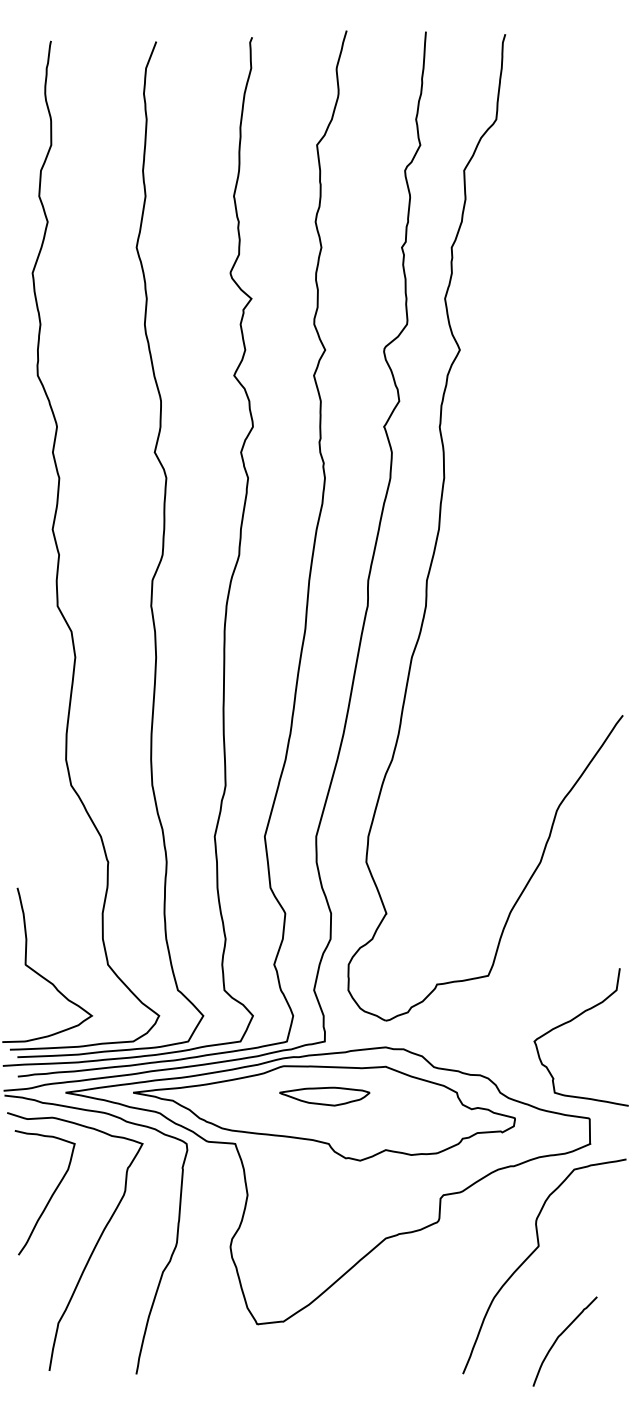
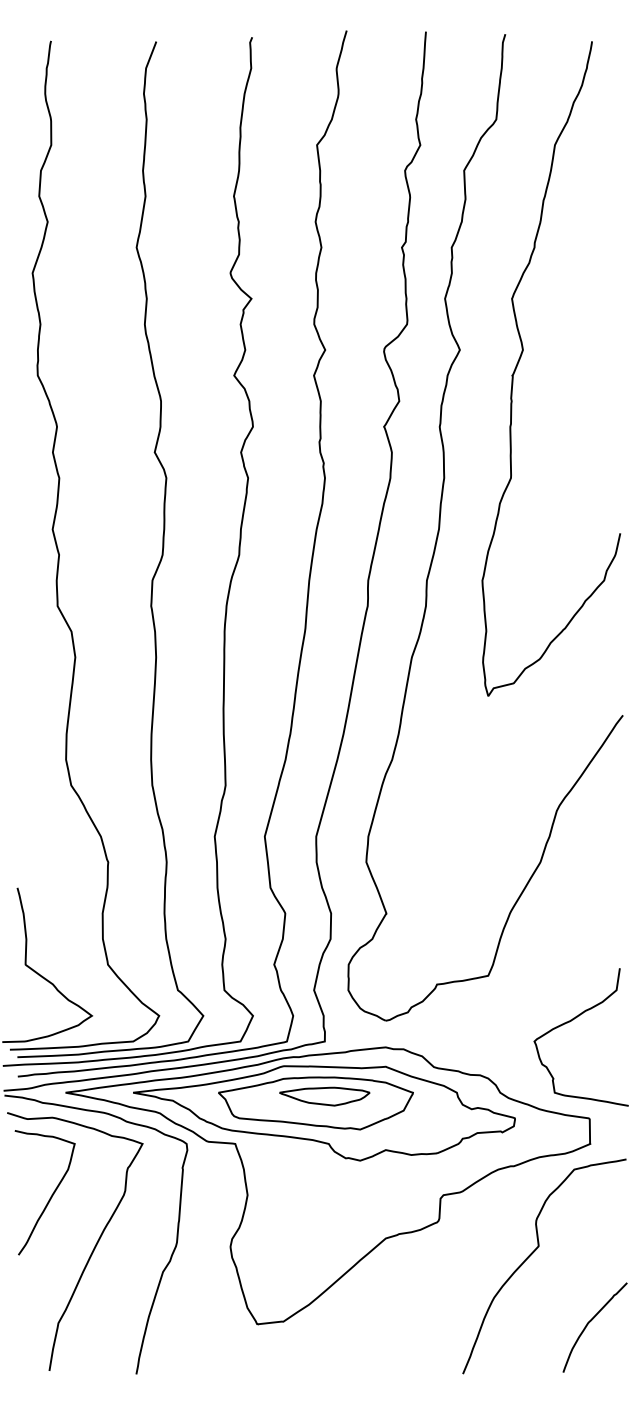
curve at (521, 357): none -> present
part at (315, 1103): none -> present
curve at (560, 1336) position: (560, 1336) -> (590, 1322)
